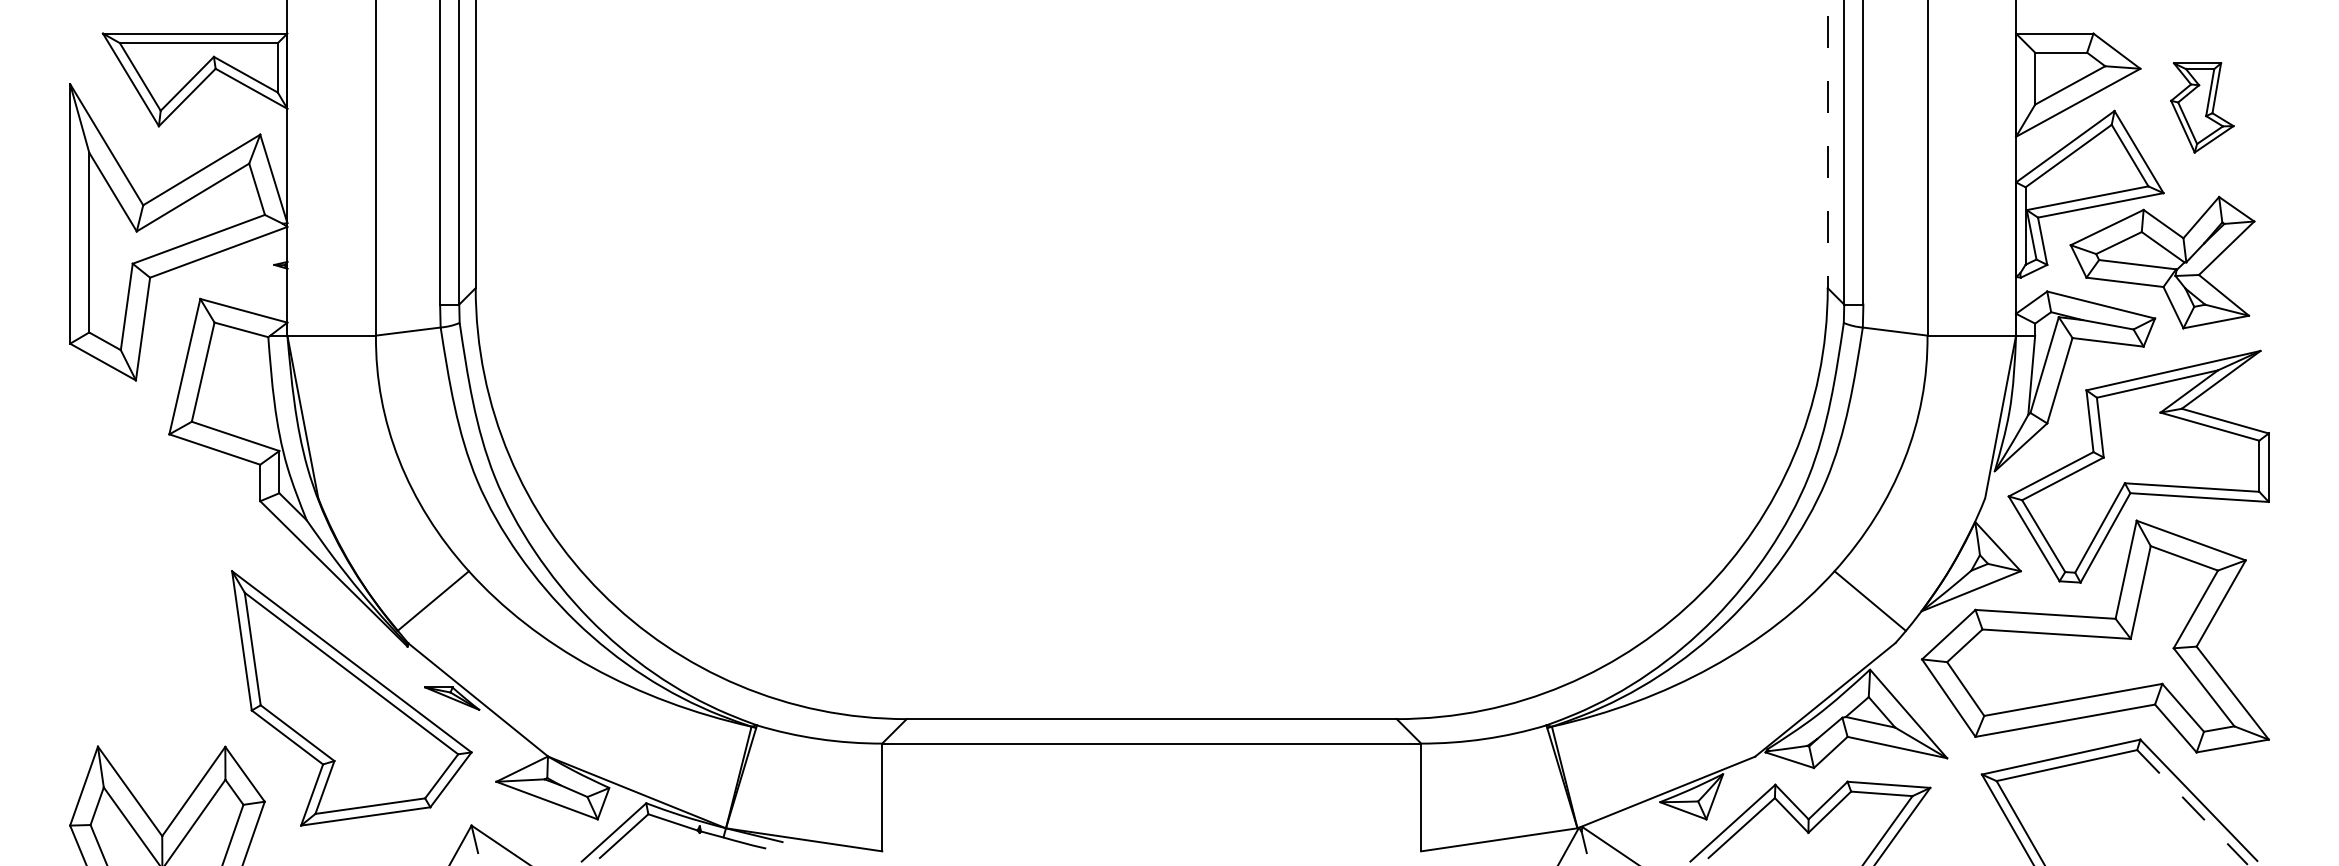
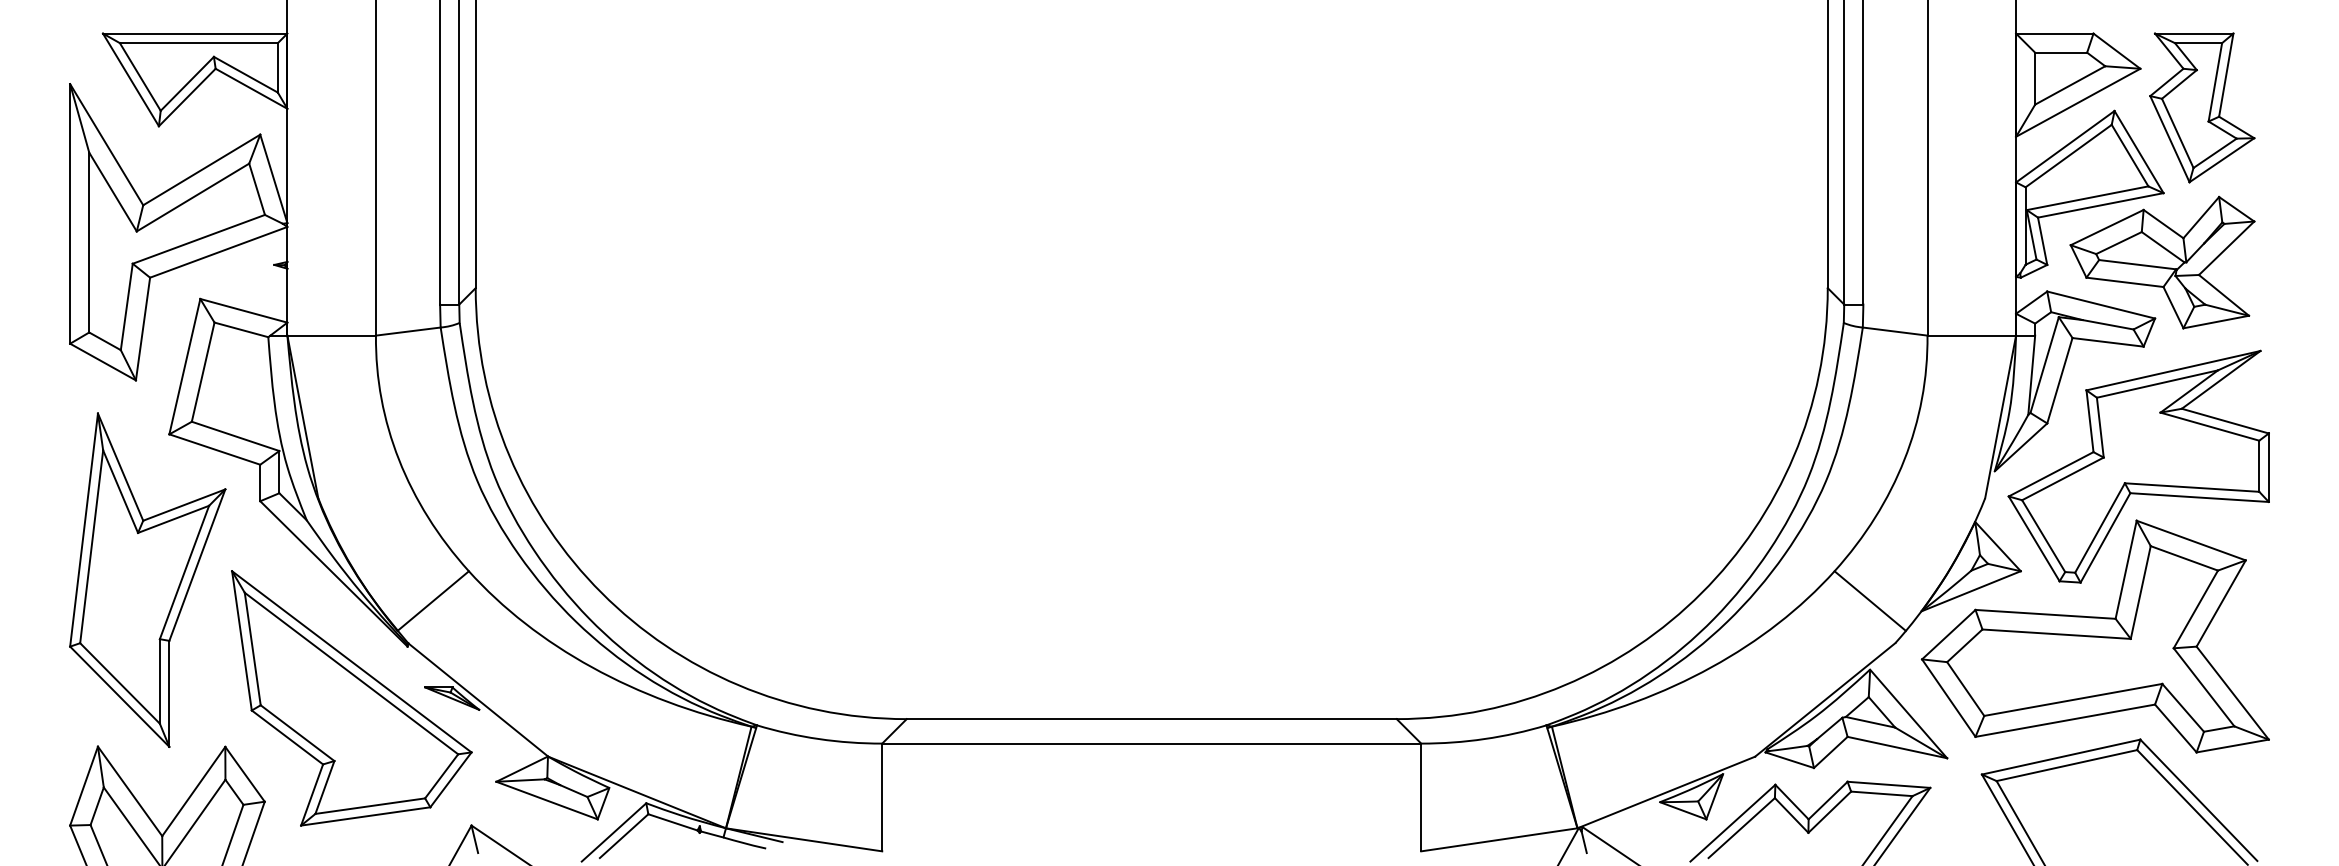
part at (2202, 107) size: 65x92 px -> 107x152 px
line at (1827, 144): dashed -> solid
part at (147, 579): none -> present
line at (2192, 807): dashed -> solid
